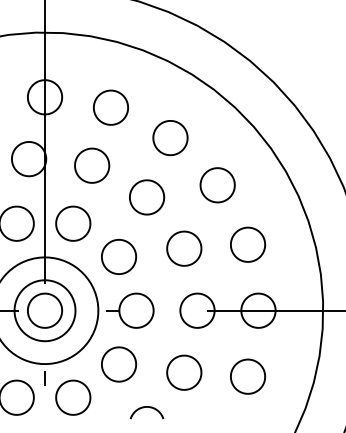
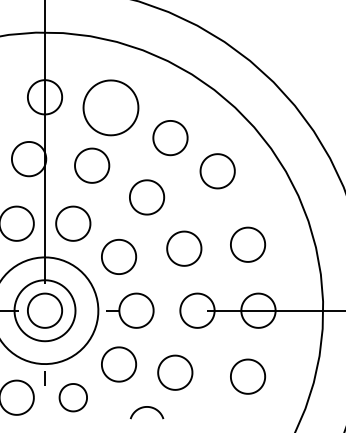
part at (110, 107) size: 36x37 px -> 58x58 px
part at (217, 185) position: (217, 185) -> (217, 171)
part at (184, 372) position: (184, 372) -> (175, 372)
part at (73, 397) size: 37x37 px -> 30x30 px
